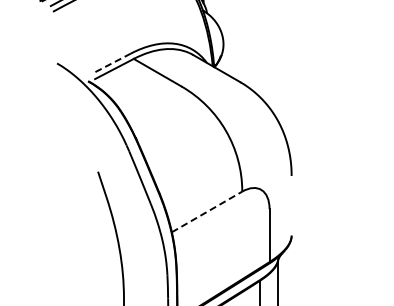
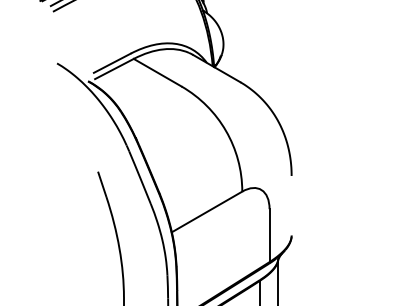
line at (112, 63): dashed -> solid
line at (207, 211): dashed -> solid
